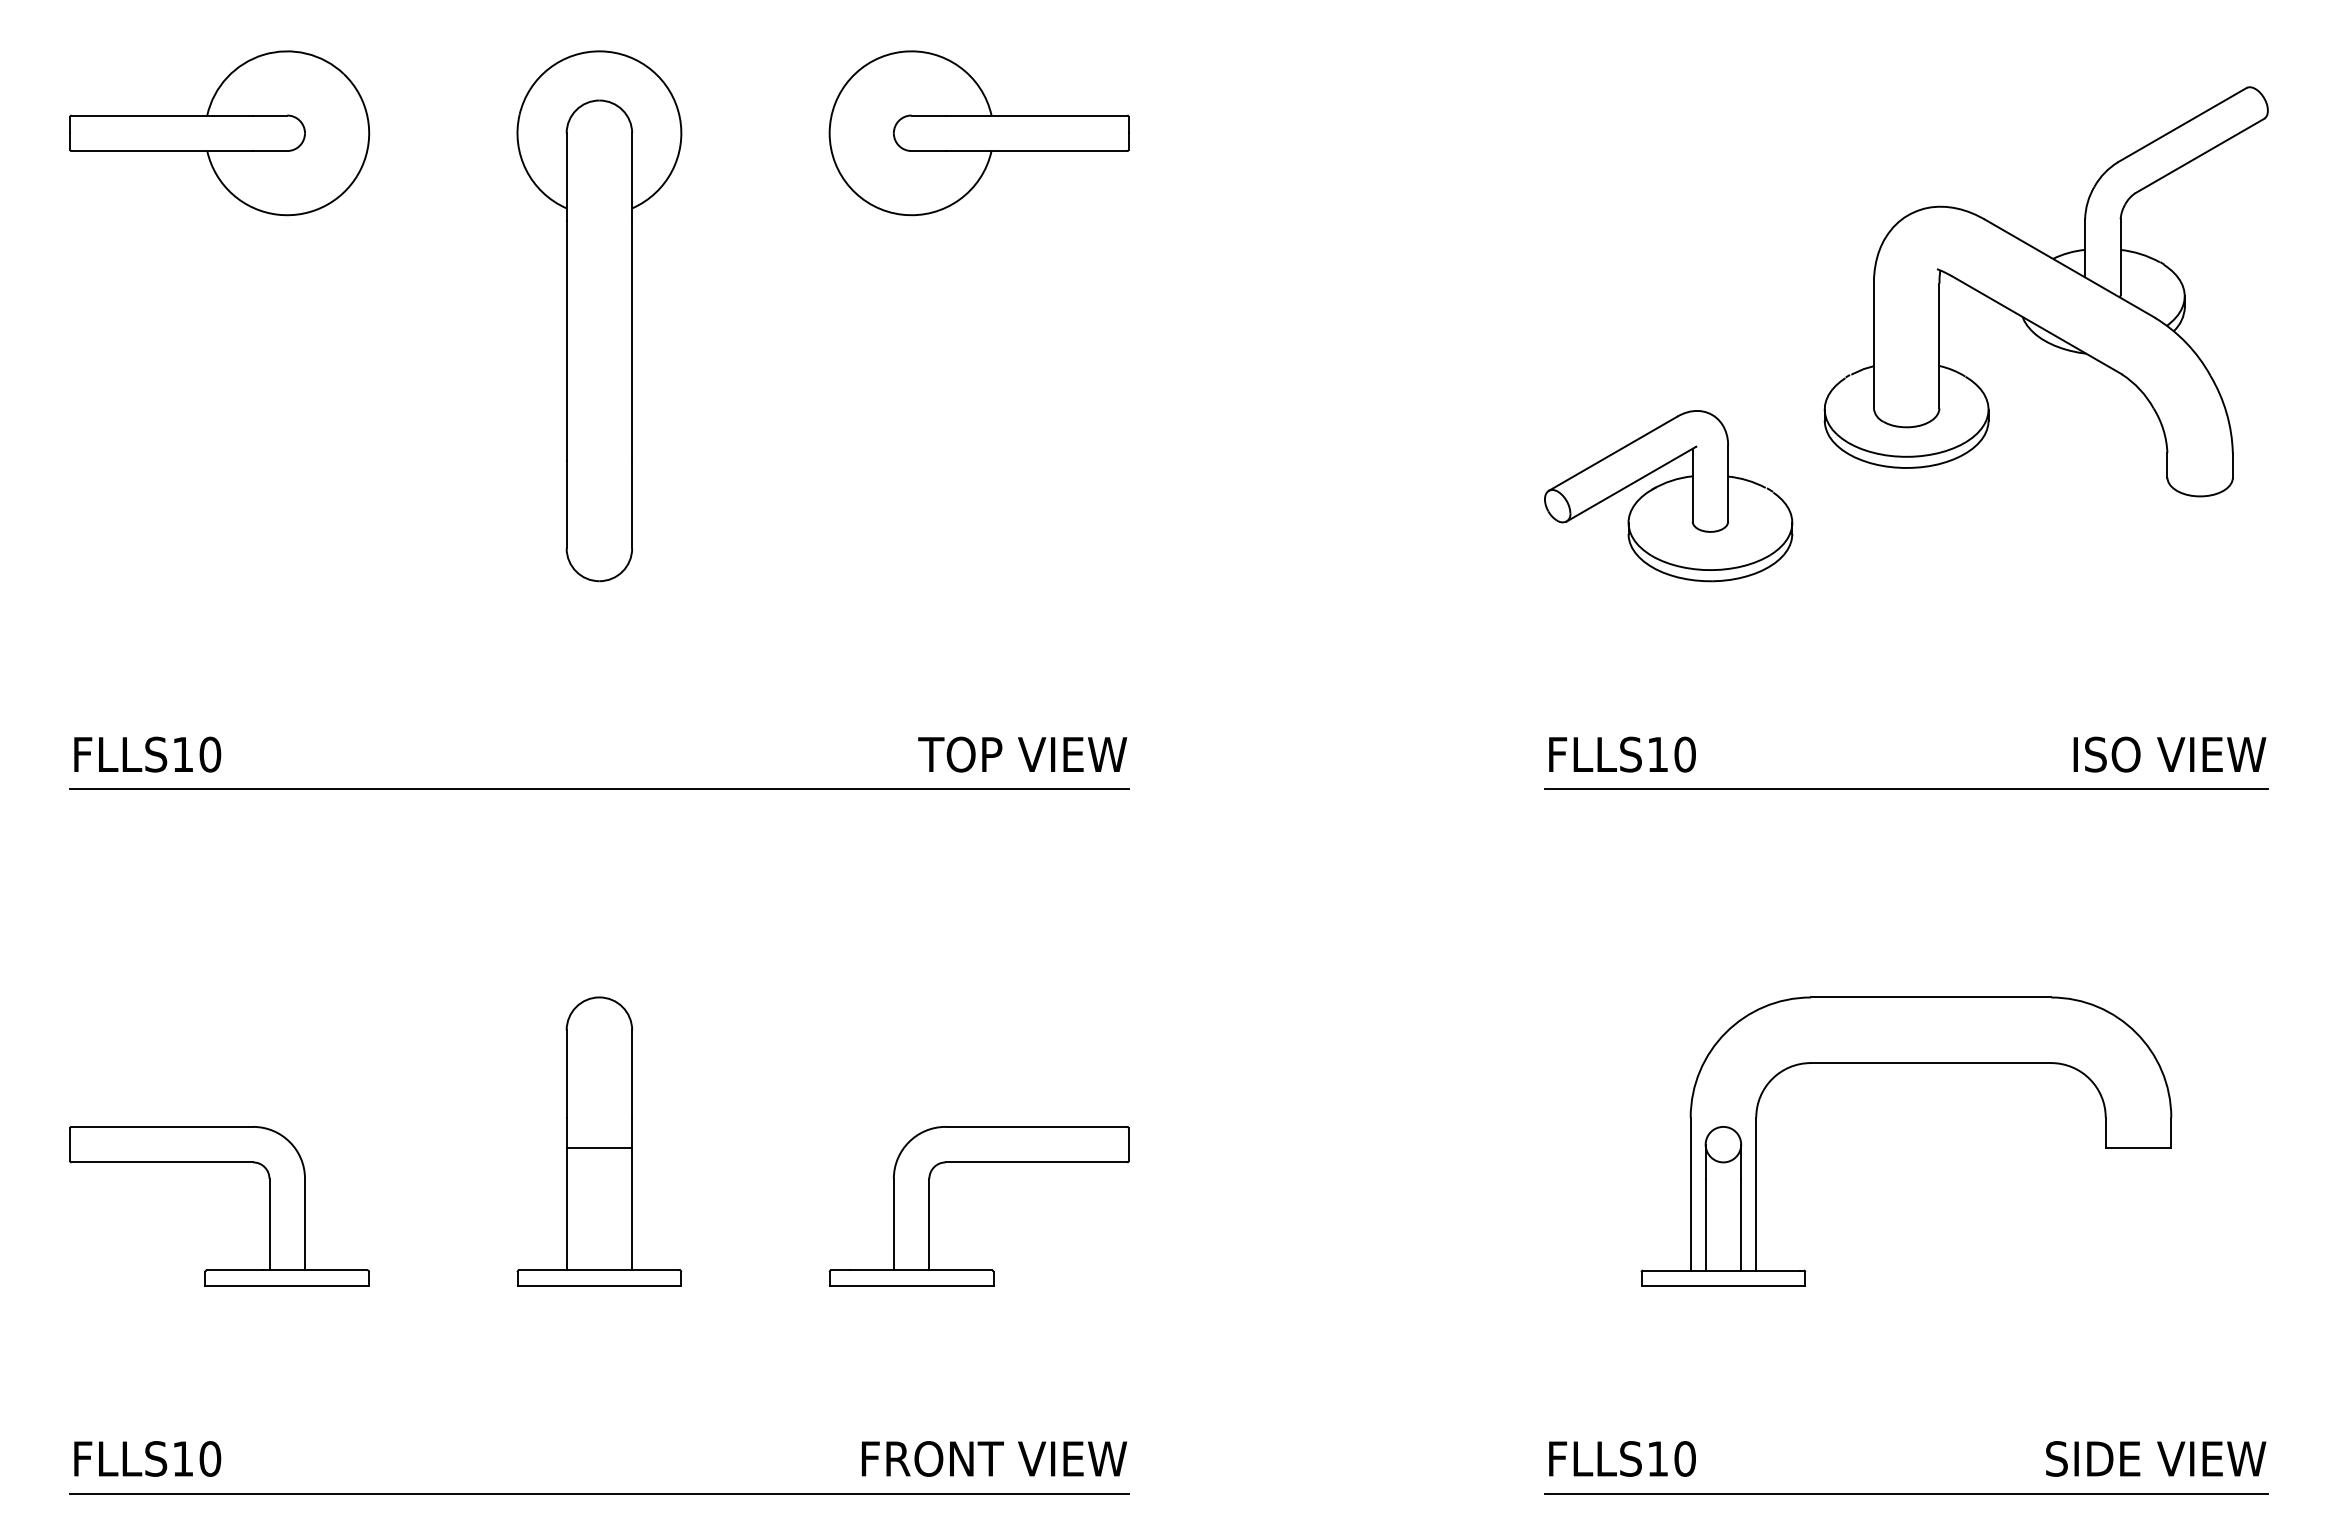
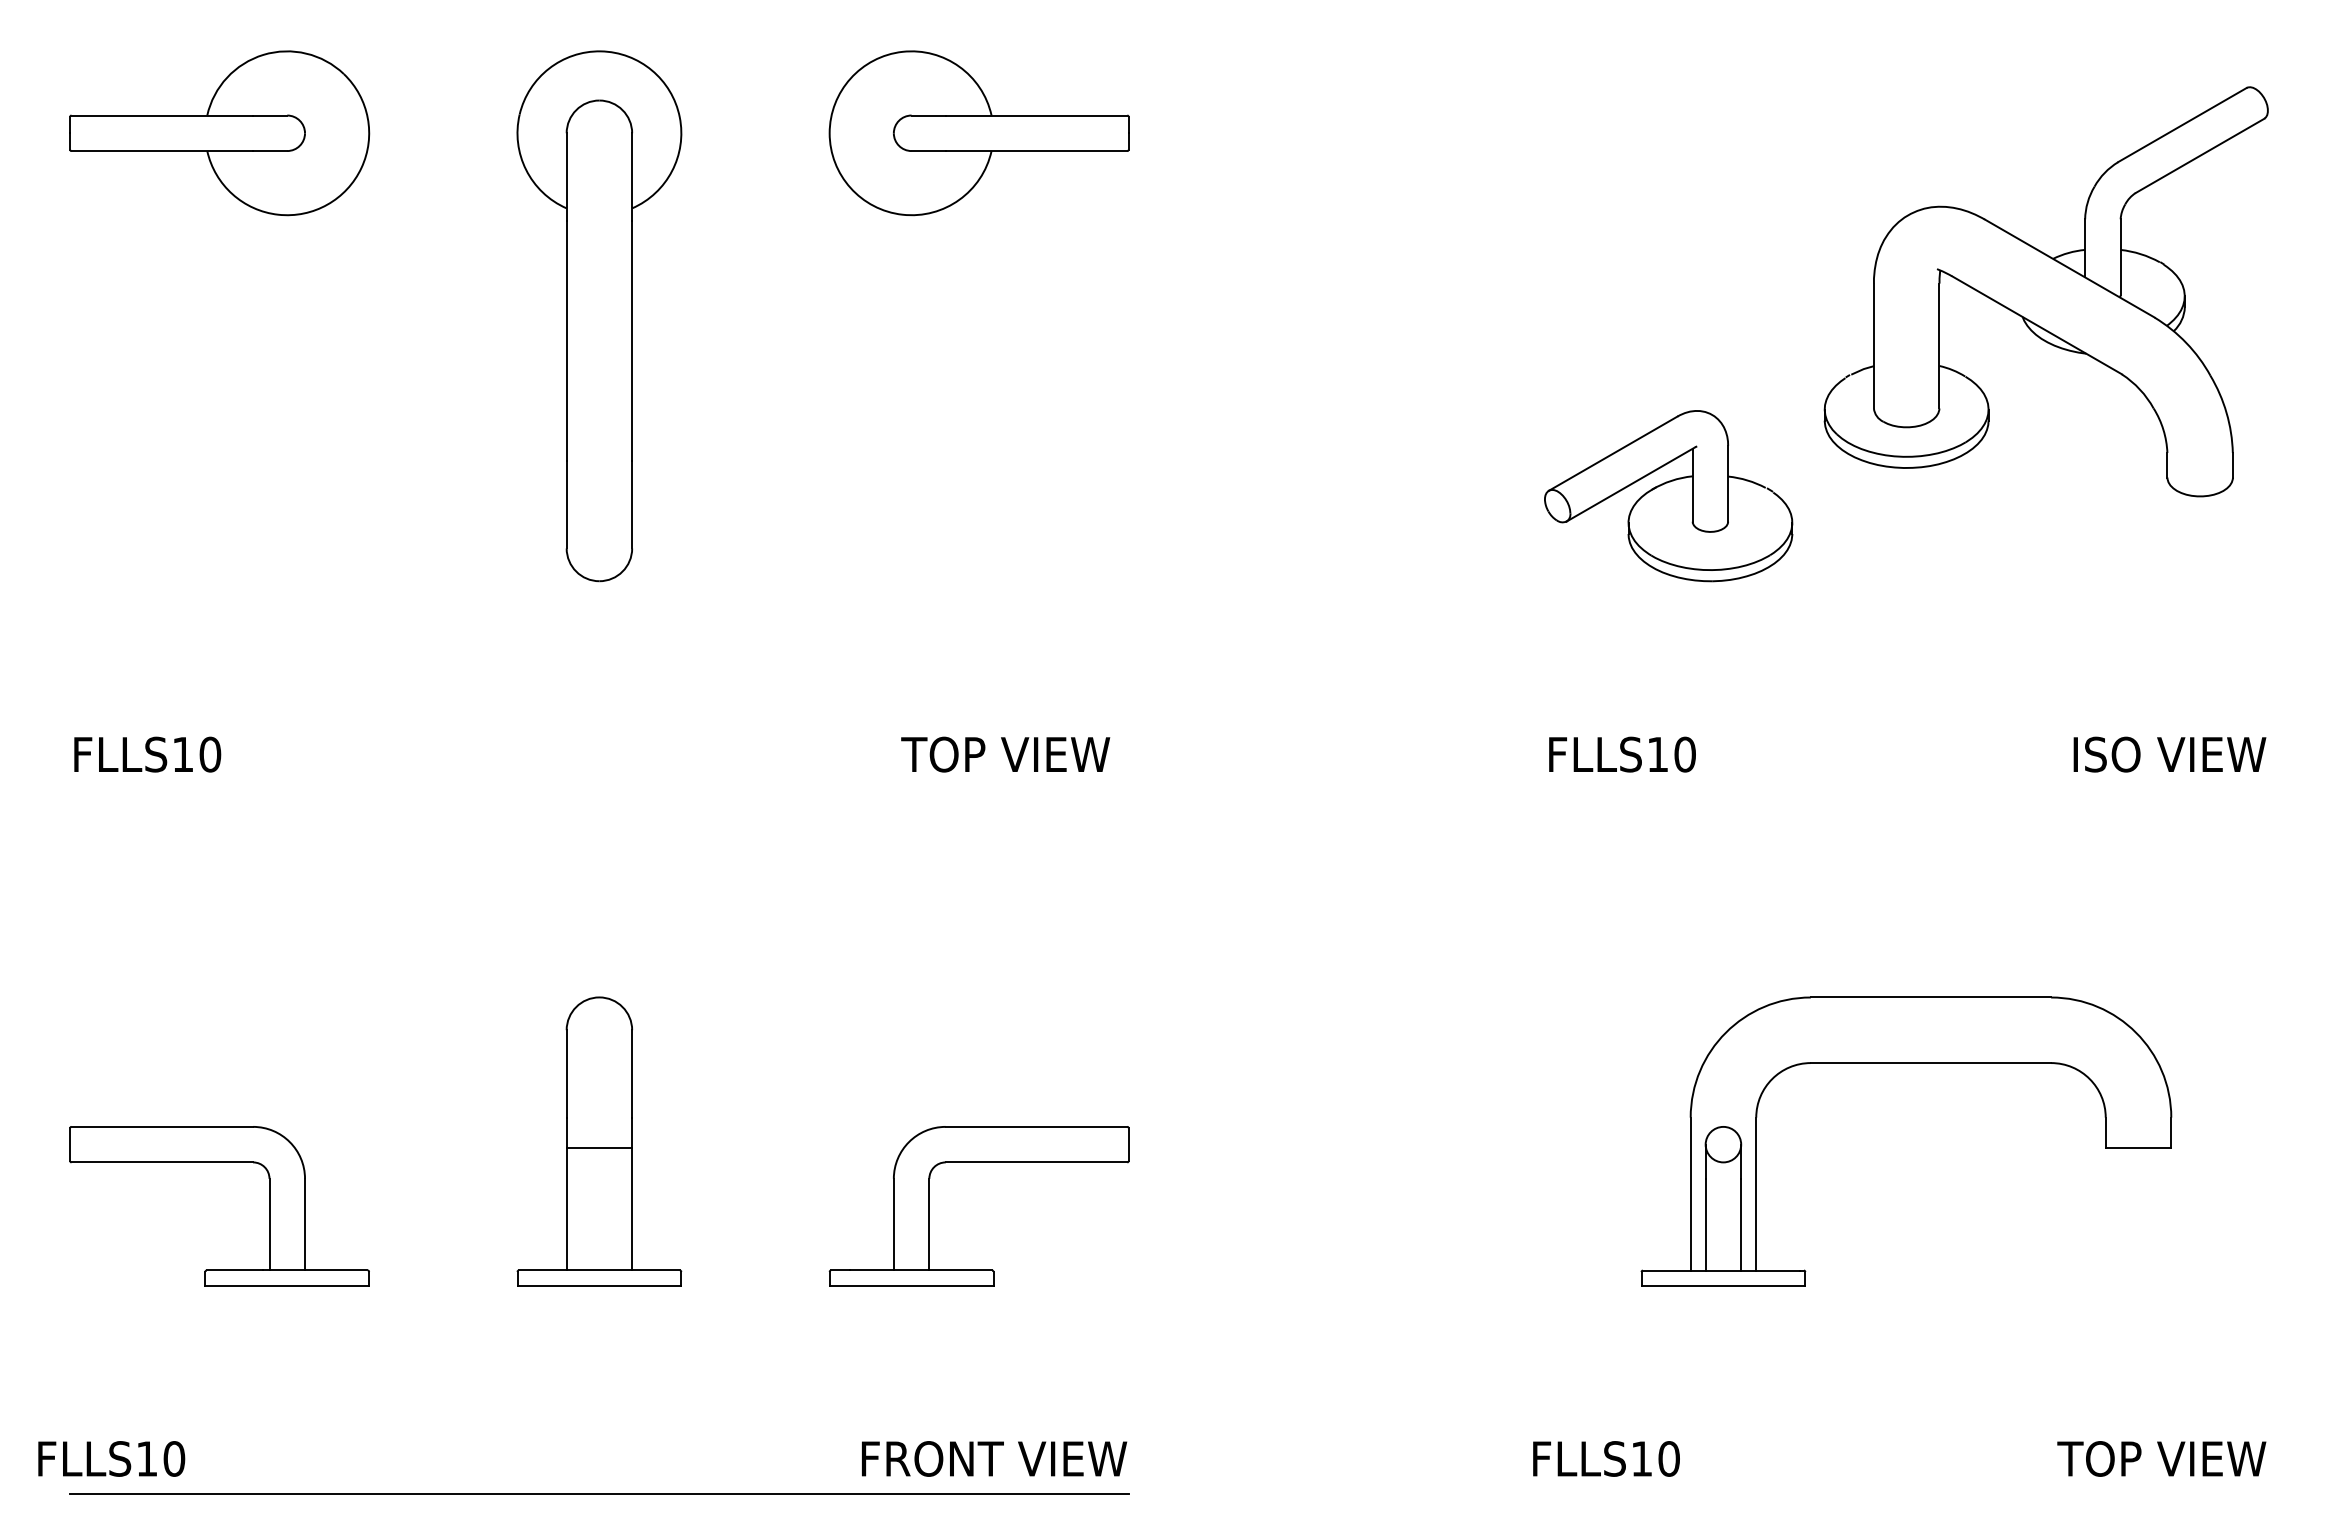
text at (1022, 754) position: (1022, 754) -> (1005, 754)
line at (599, 789): present -> none
line at (1905, 789): present -> none
text at (147, 1458) position: (147, 1458) -> (111, 1458)
text at (1622, 1458) position: (1622, 1458) -> (1606, 1458)
text at (2093, 1458): SIDE VIEW -> TOP VIEW
line at (1905, 1493): present -> none
